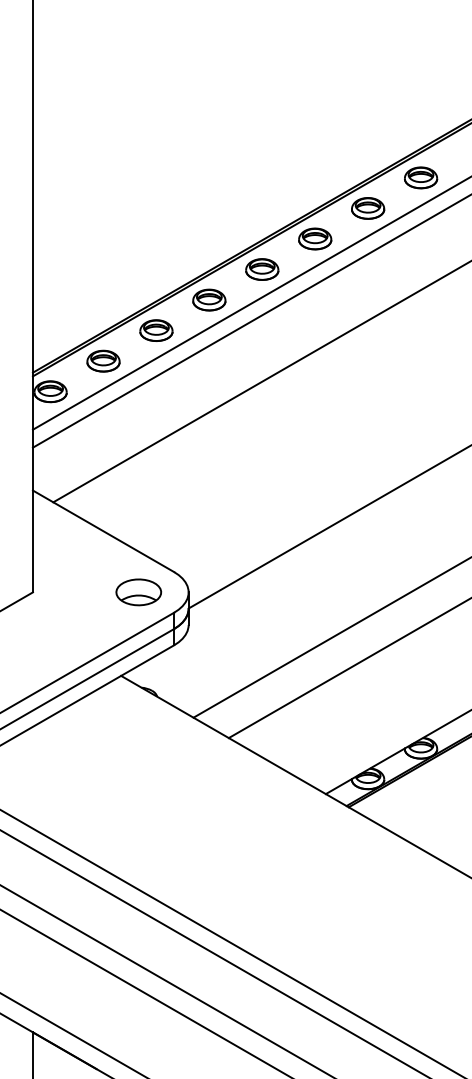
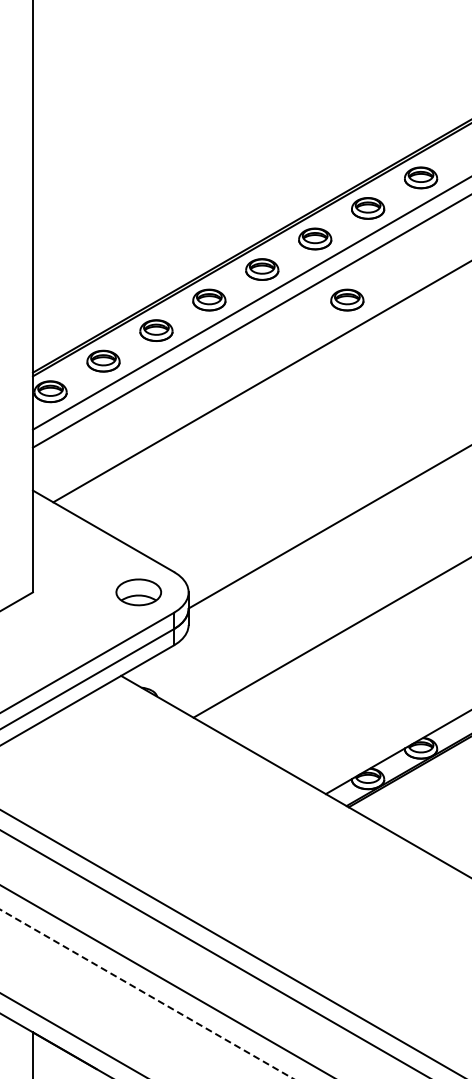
part at (347, 299): none -> present
line at (348, 668): present -> none
line at (146, 994): solid -> dashed
